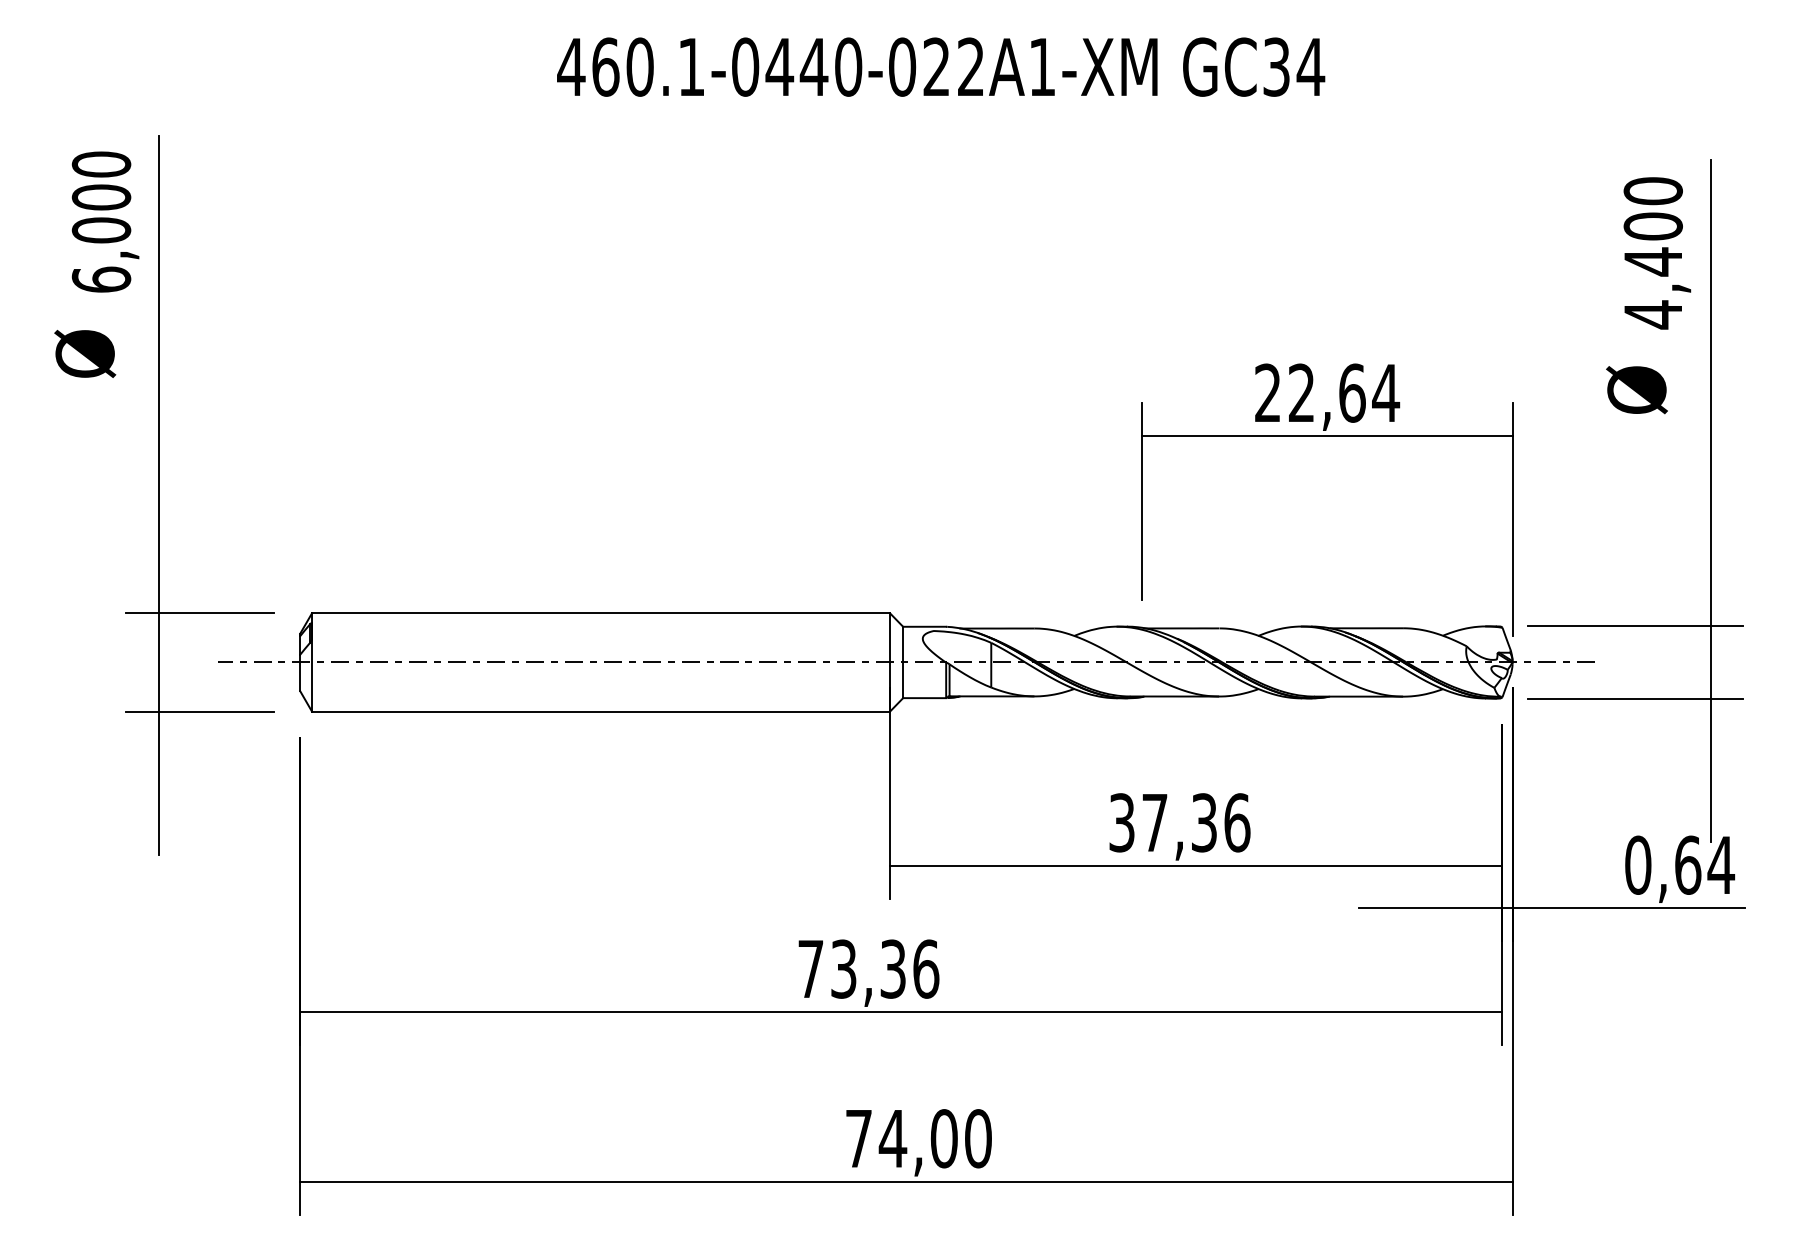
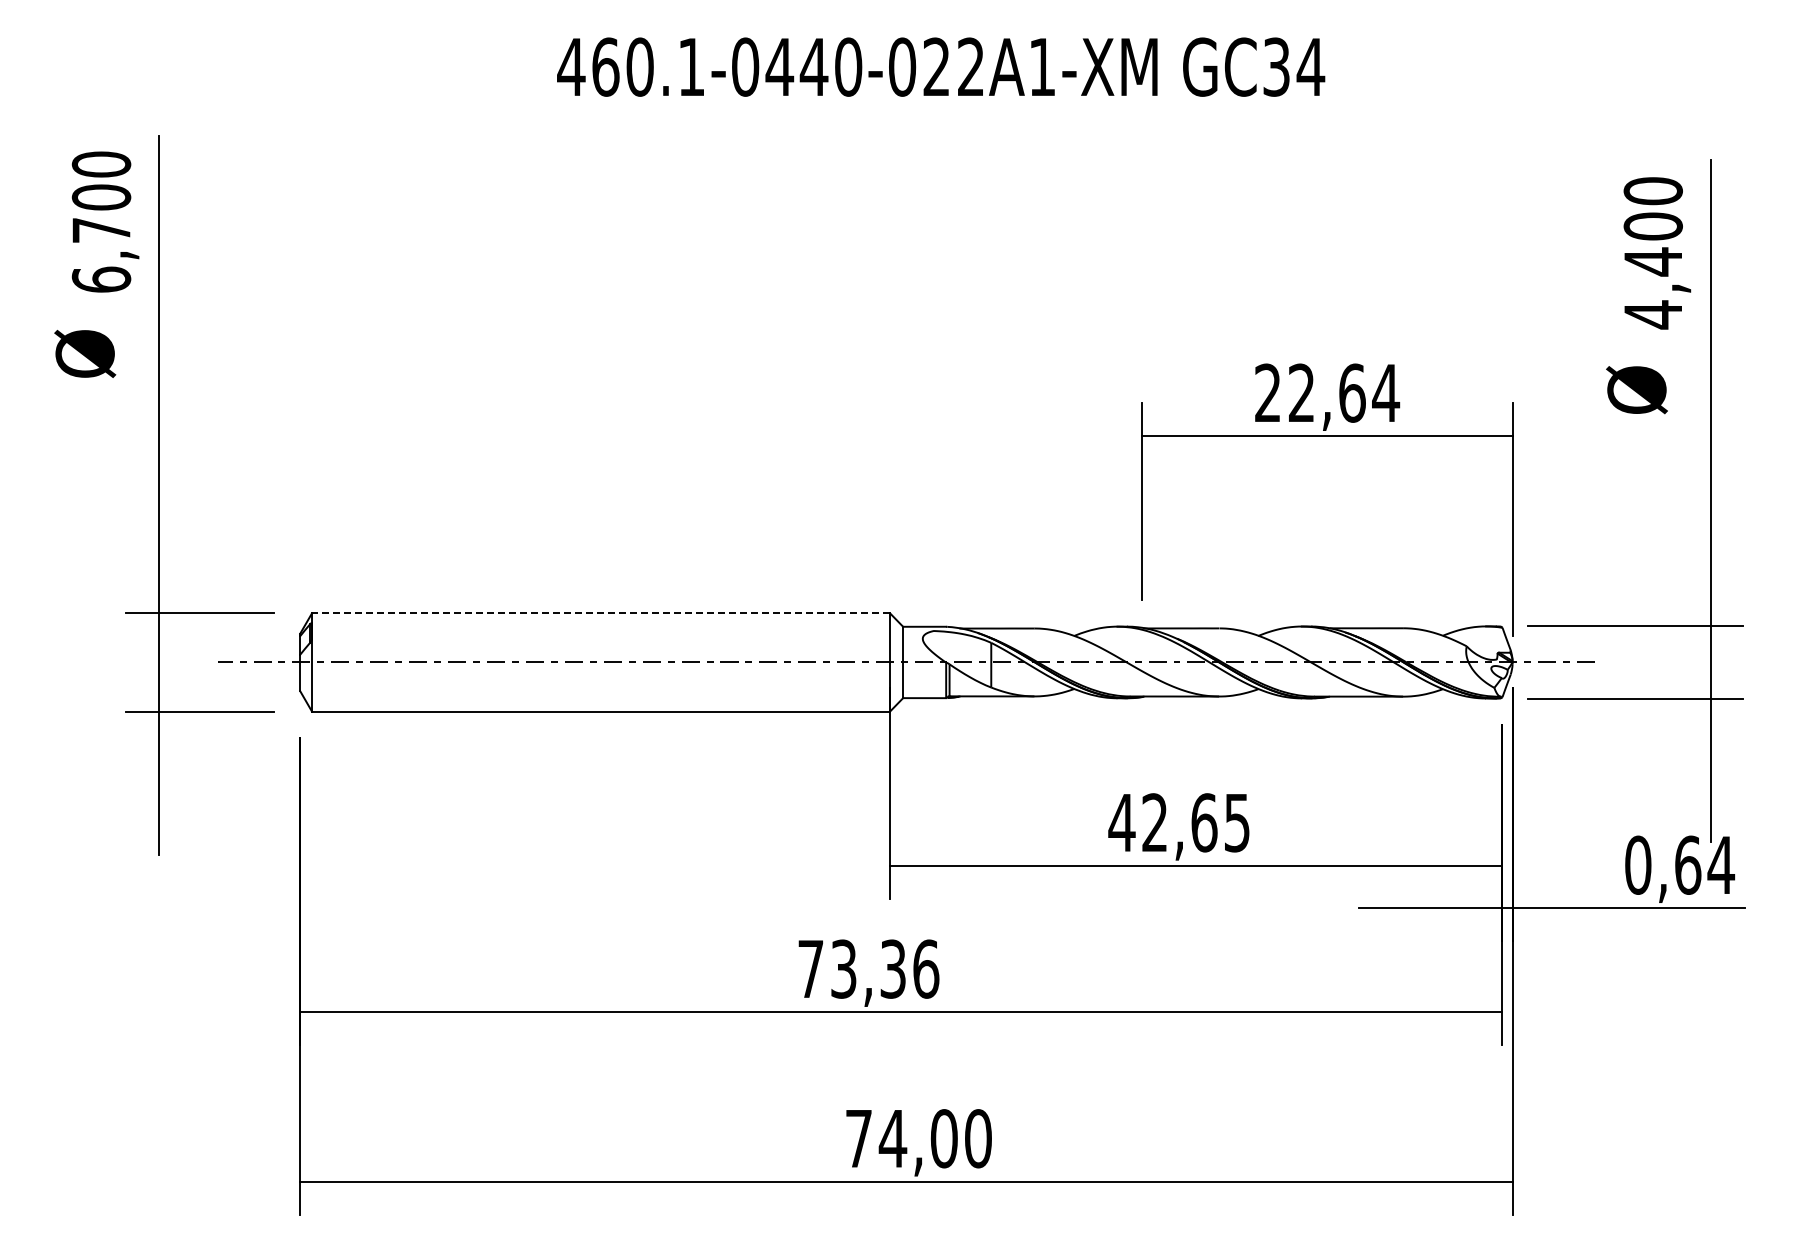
text at (101, 230): 6,000 -> 6,700
line at (600, 613): solid -> dashed
text at (1179, 822): 37,36 -> 42,65
